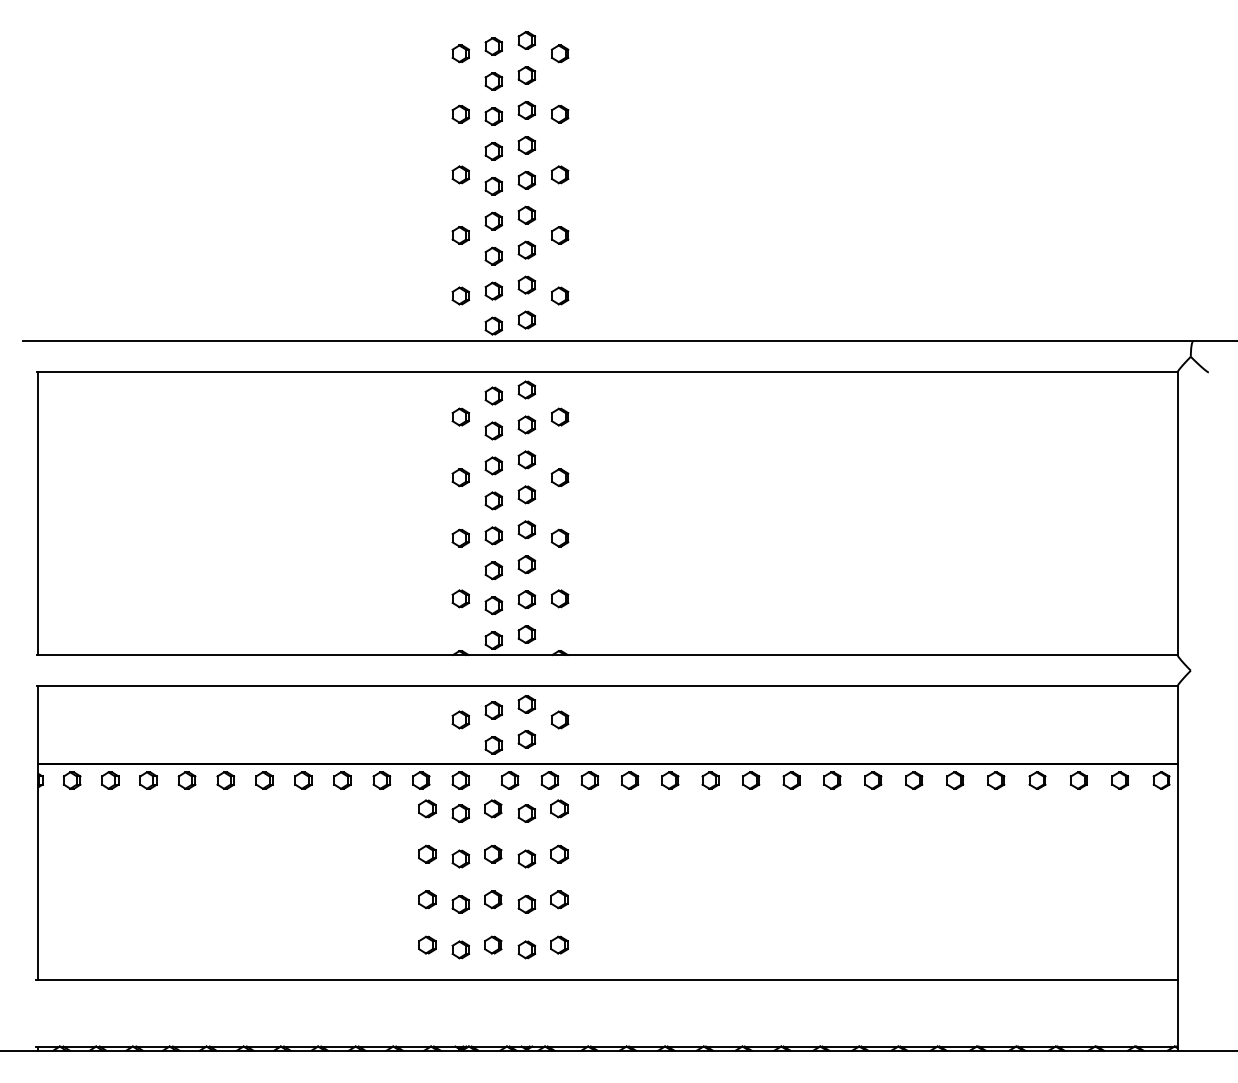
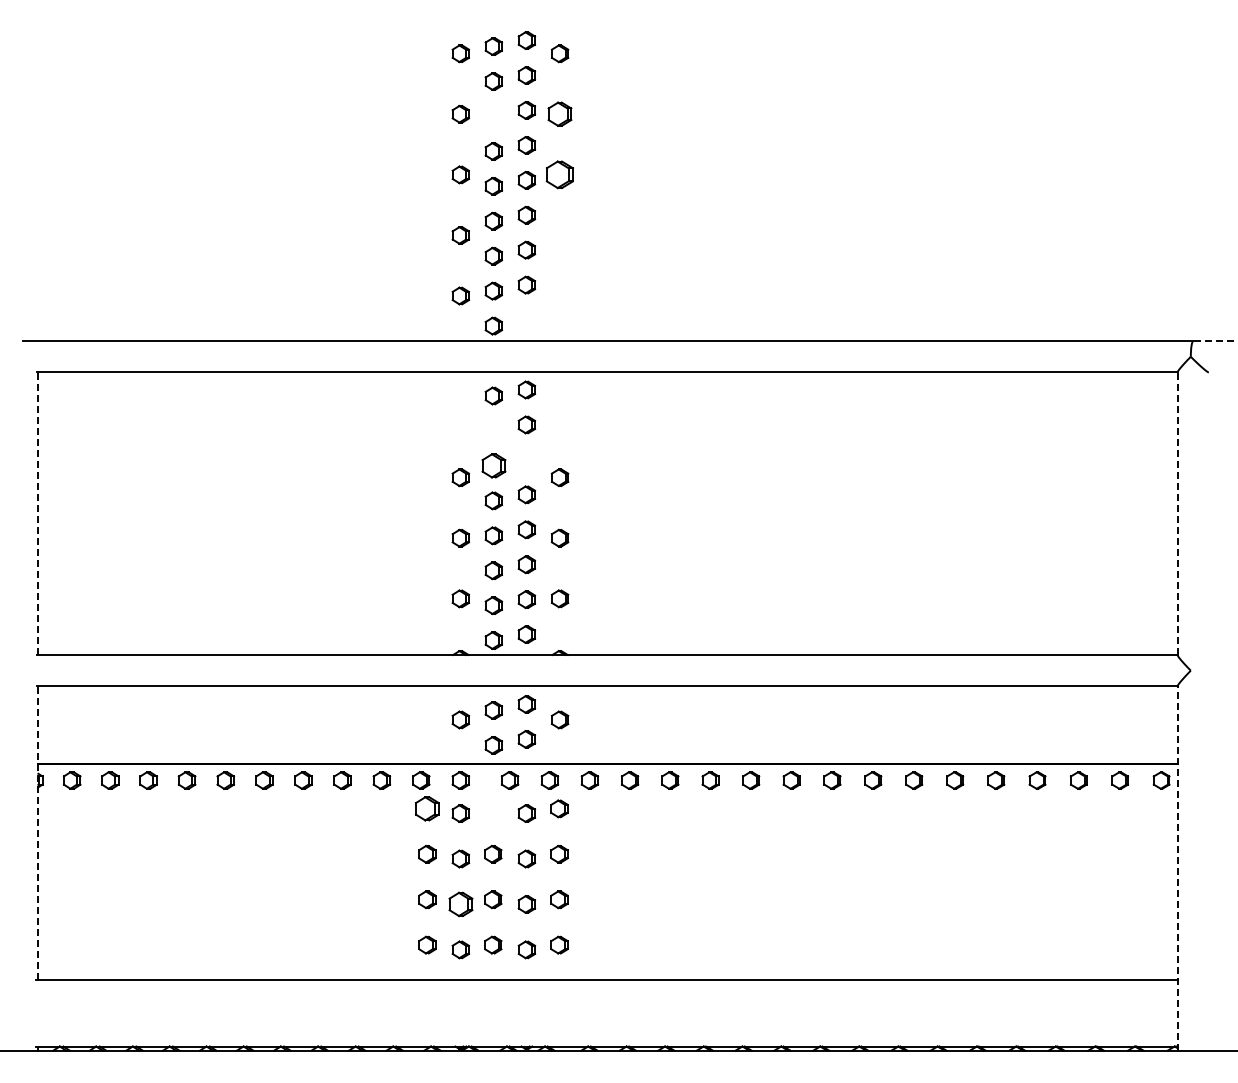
part at (560, 114) size: 19x19 px -> 26x26 px
part at (493, 116): present -> none
part at (560, 174) size: 19x20 px -> 29x30 px
part at (560, 235): present -> none
part at (560, 295): present -> none
part at (526, 319): present -> none
line at (1215, 341): solid -> dashed
part at (460, 416): present -> none
part at (560, 416): present -> none
part at (493, 430): present -> none
part at (526, 459): present -> none
part at (493, 465) size: 19x20 px -> 26x26 px
line at (38, 513): solid -> dashed
line at (1177, 513): solid -> dashed
part at (427, 808) size: 19x20 px -> 25x26 px
part at (493, 808): present -> none
line at (38, 832): solid -> dashed
line at (1177, 867): solid -> dashed
part at (460, 904) size: 19x19 px -> 26x27 px
